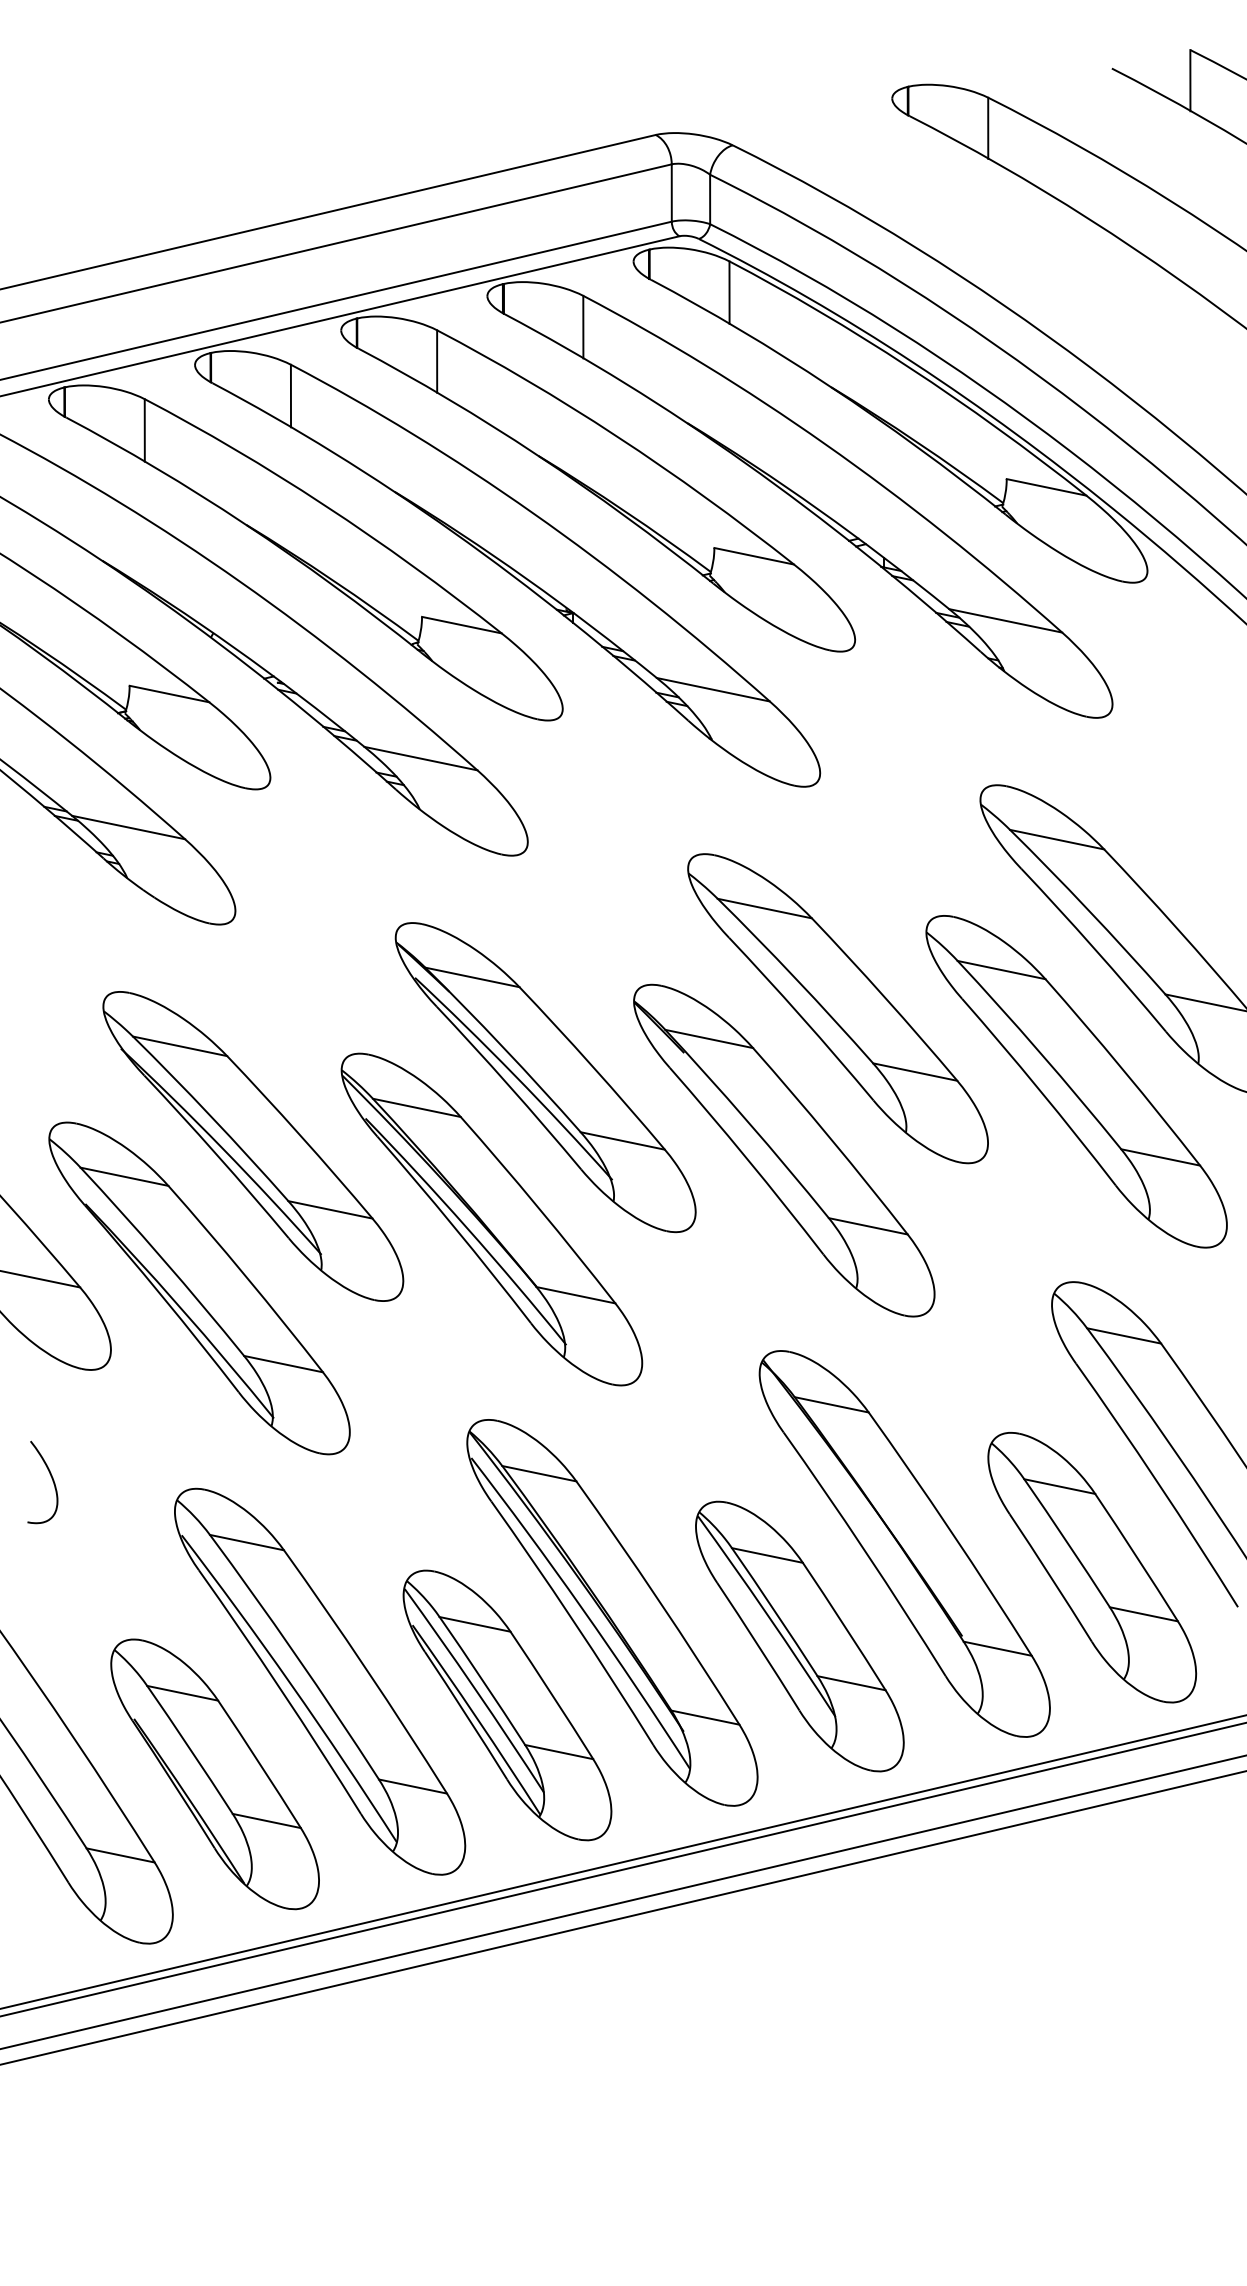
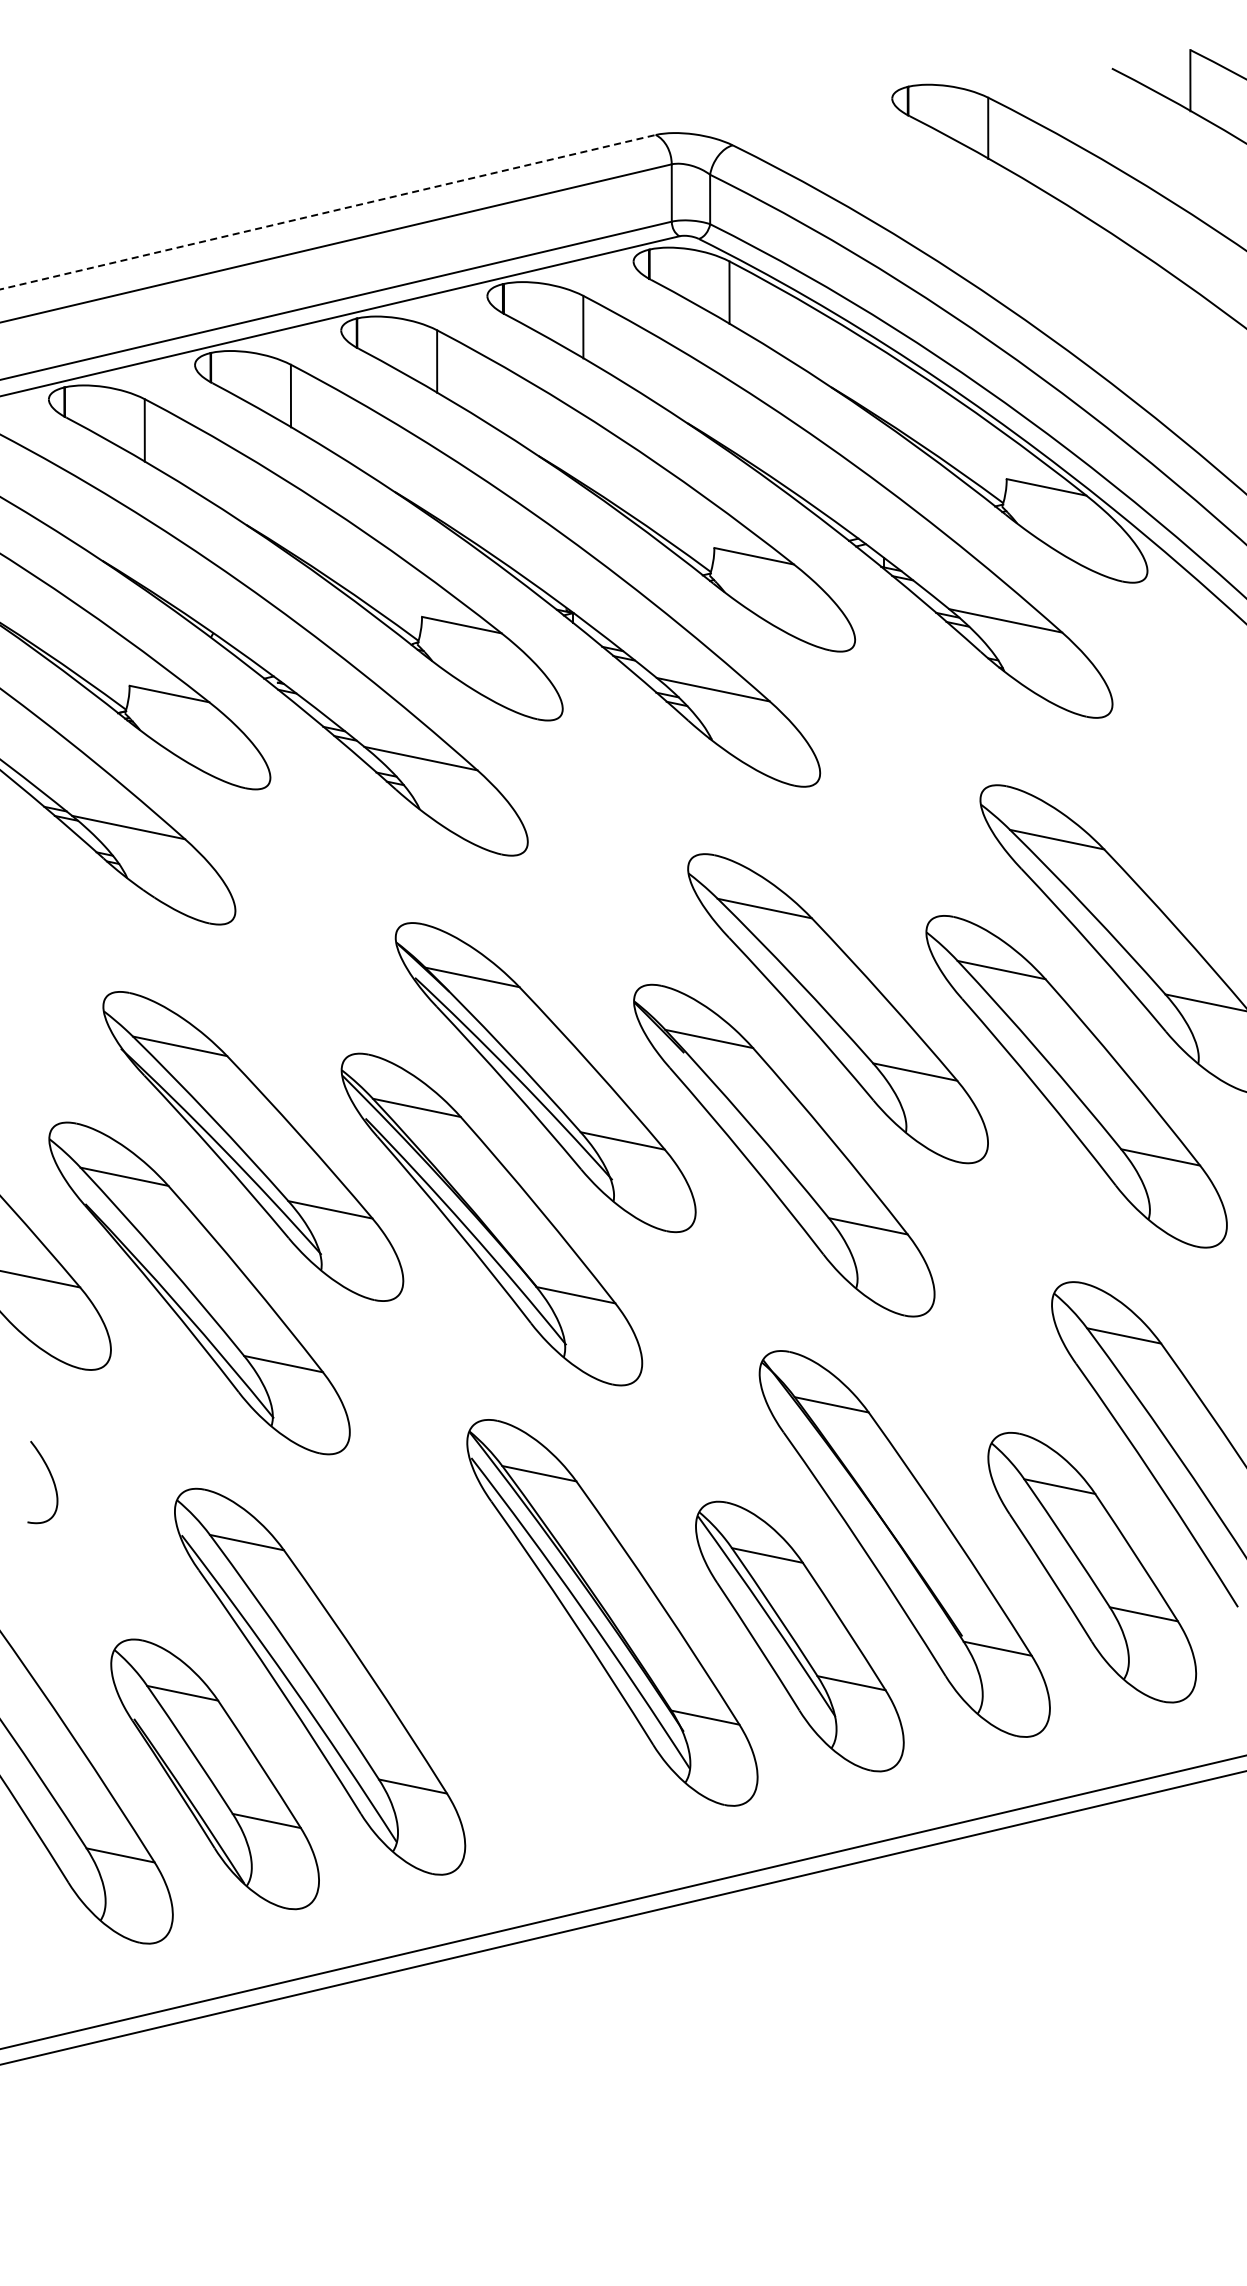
line at (328, 212): solid -> dashed
part at (507, 1705): present -> none
line at (622, 1862): present -> none
line at (622, 1869): present -> none
